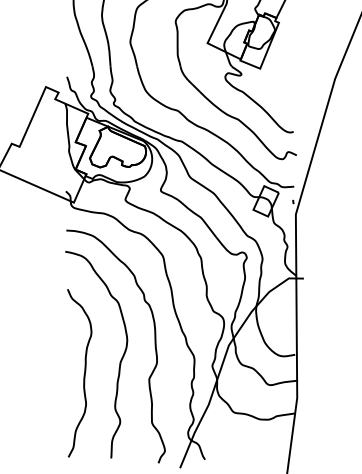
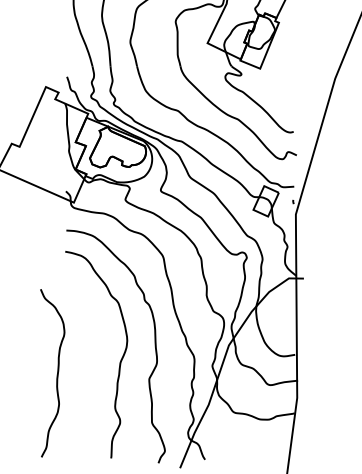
curve at (83, 374) position: (83, 374) -> (56, 374)
